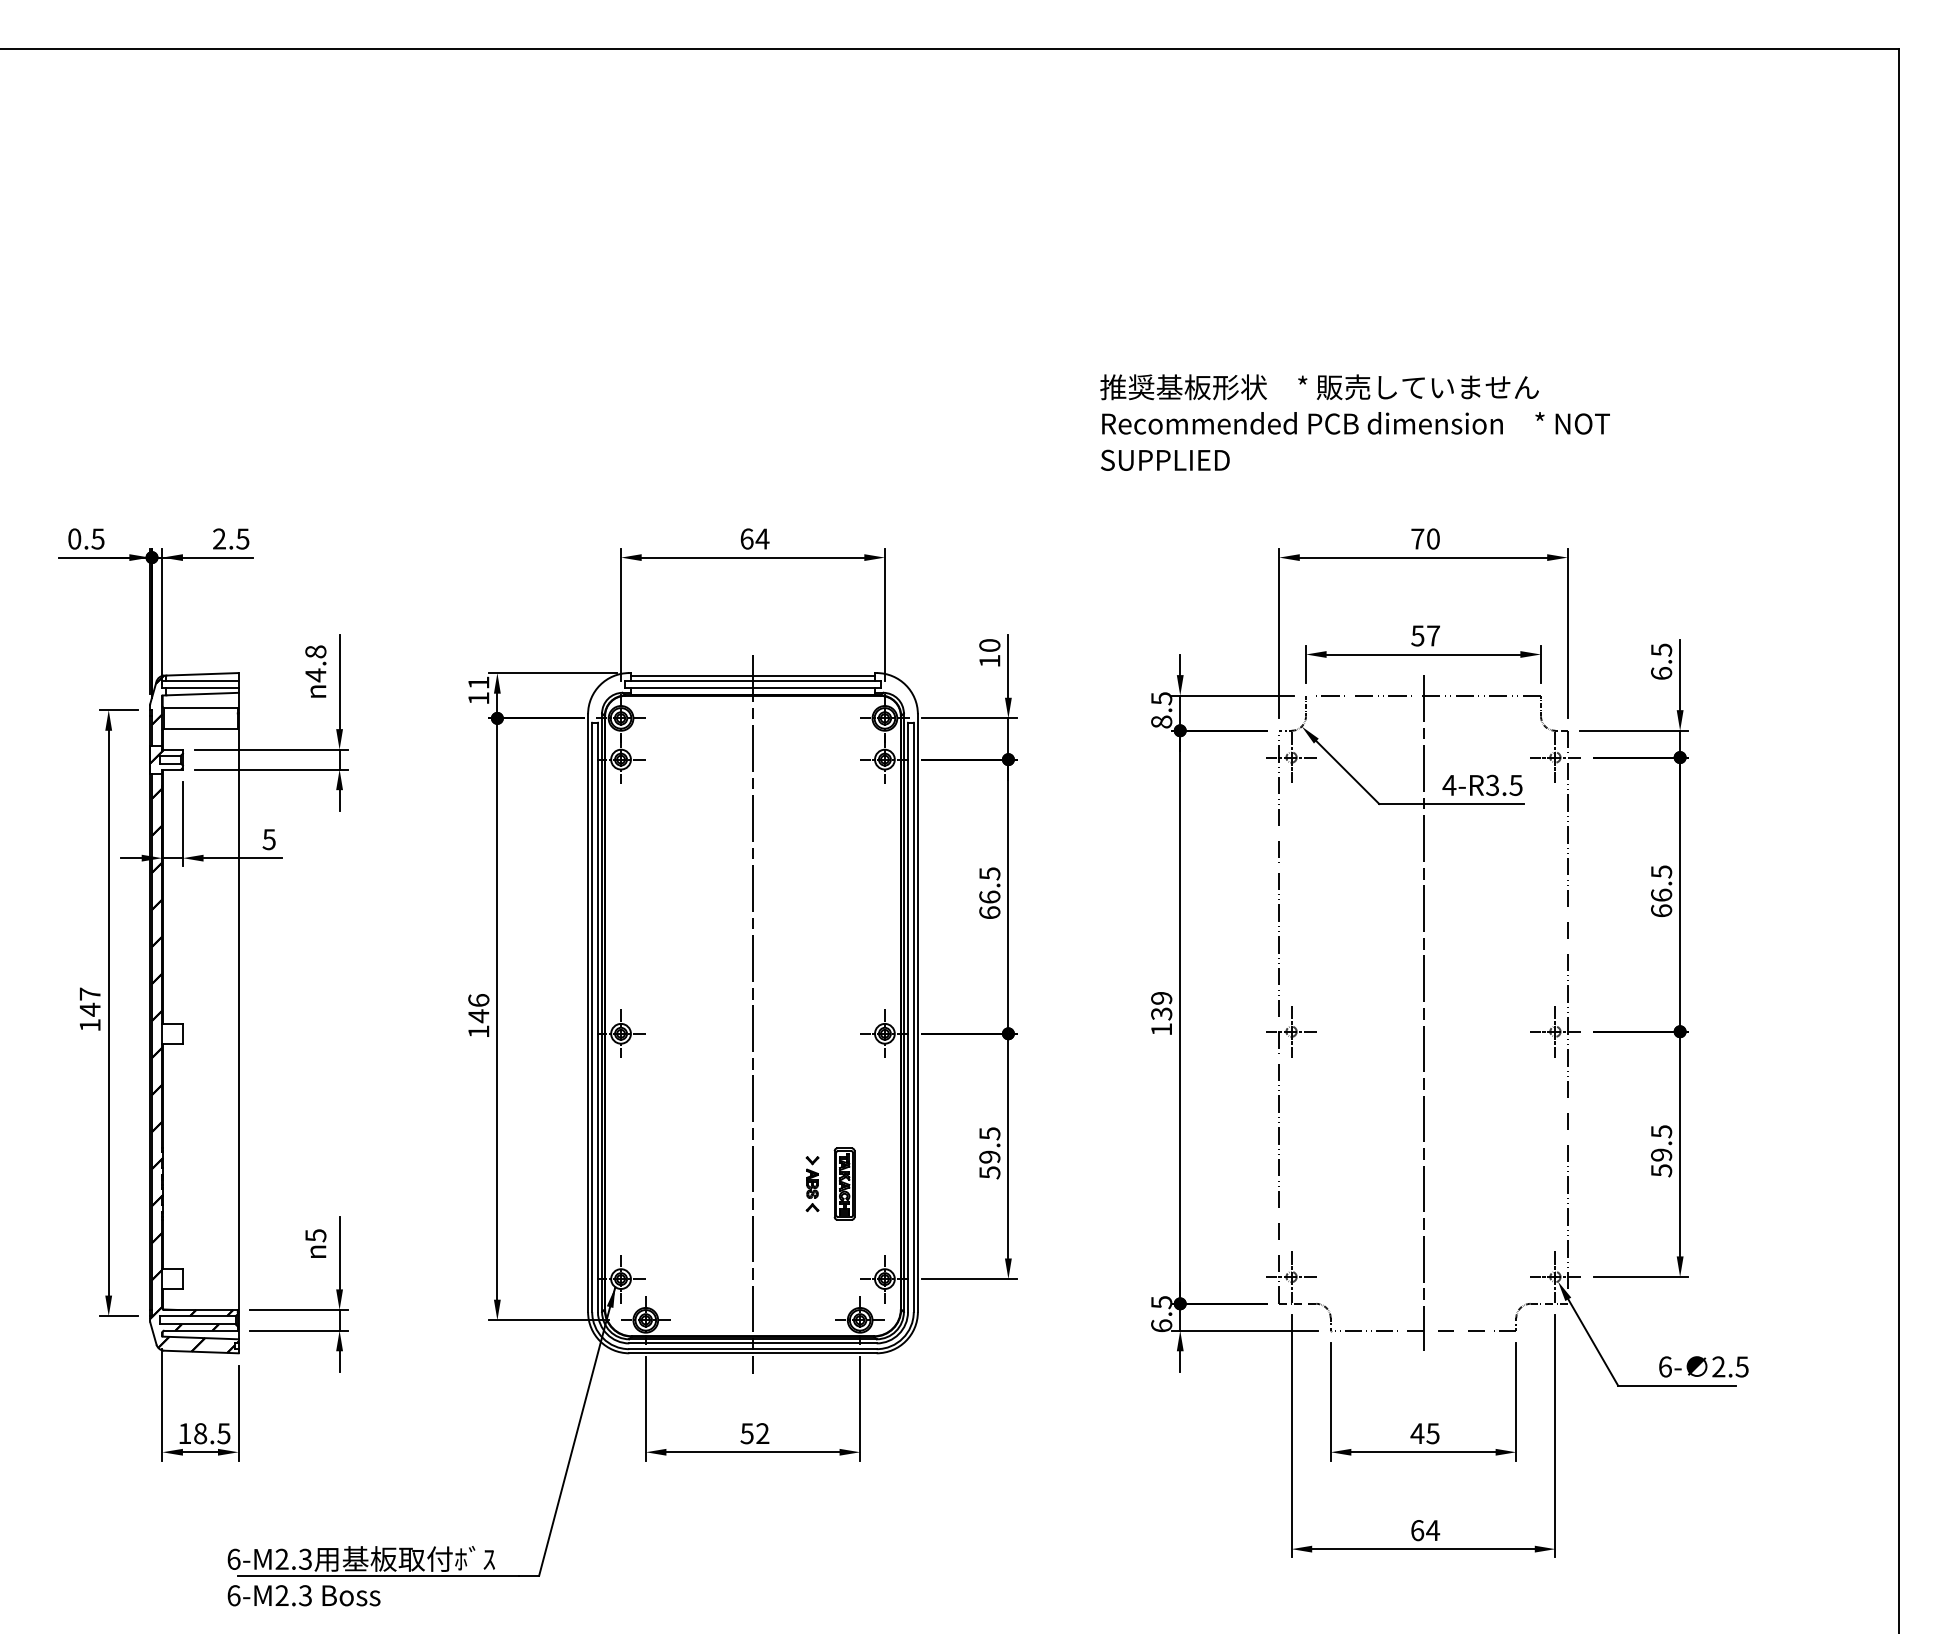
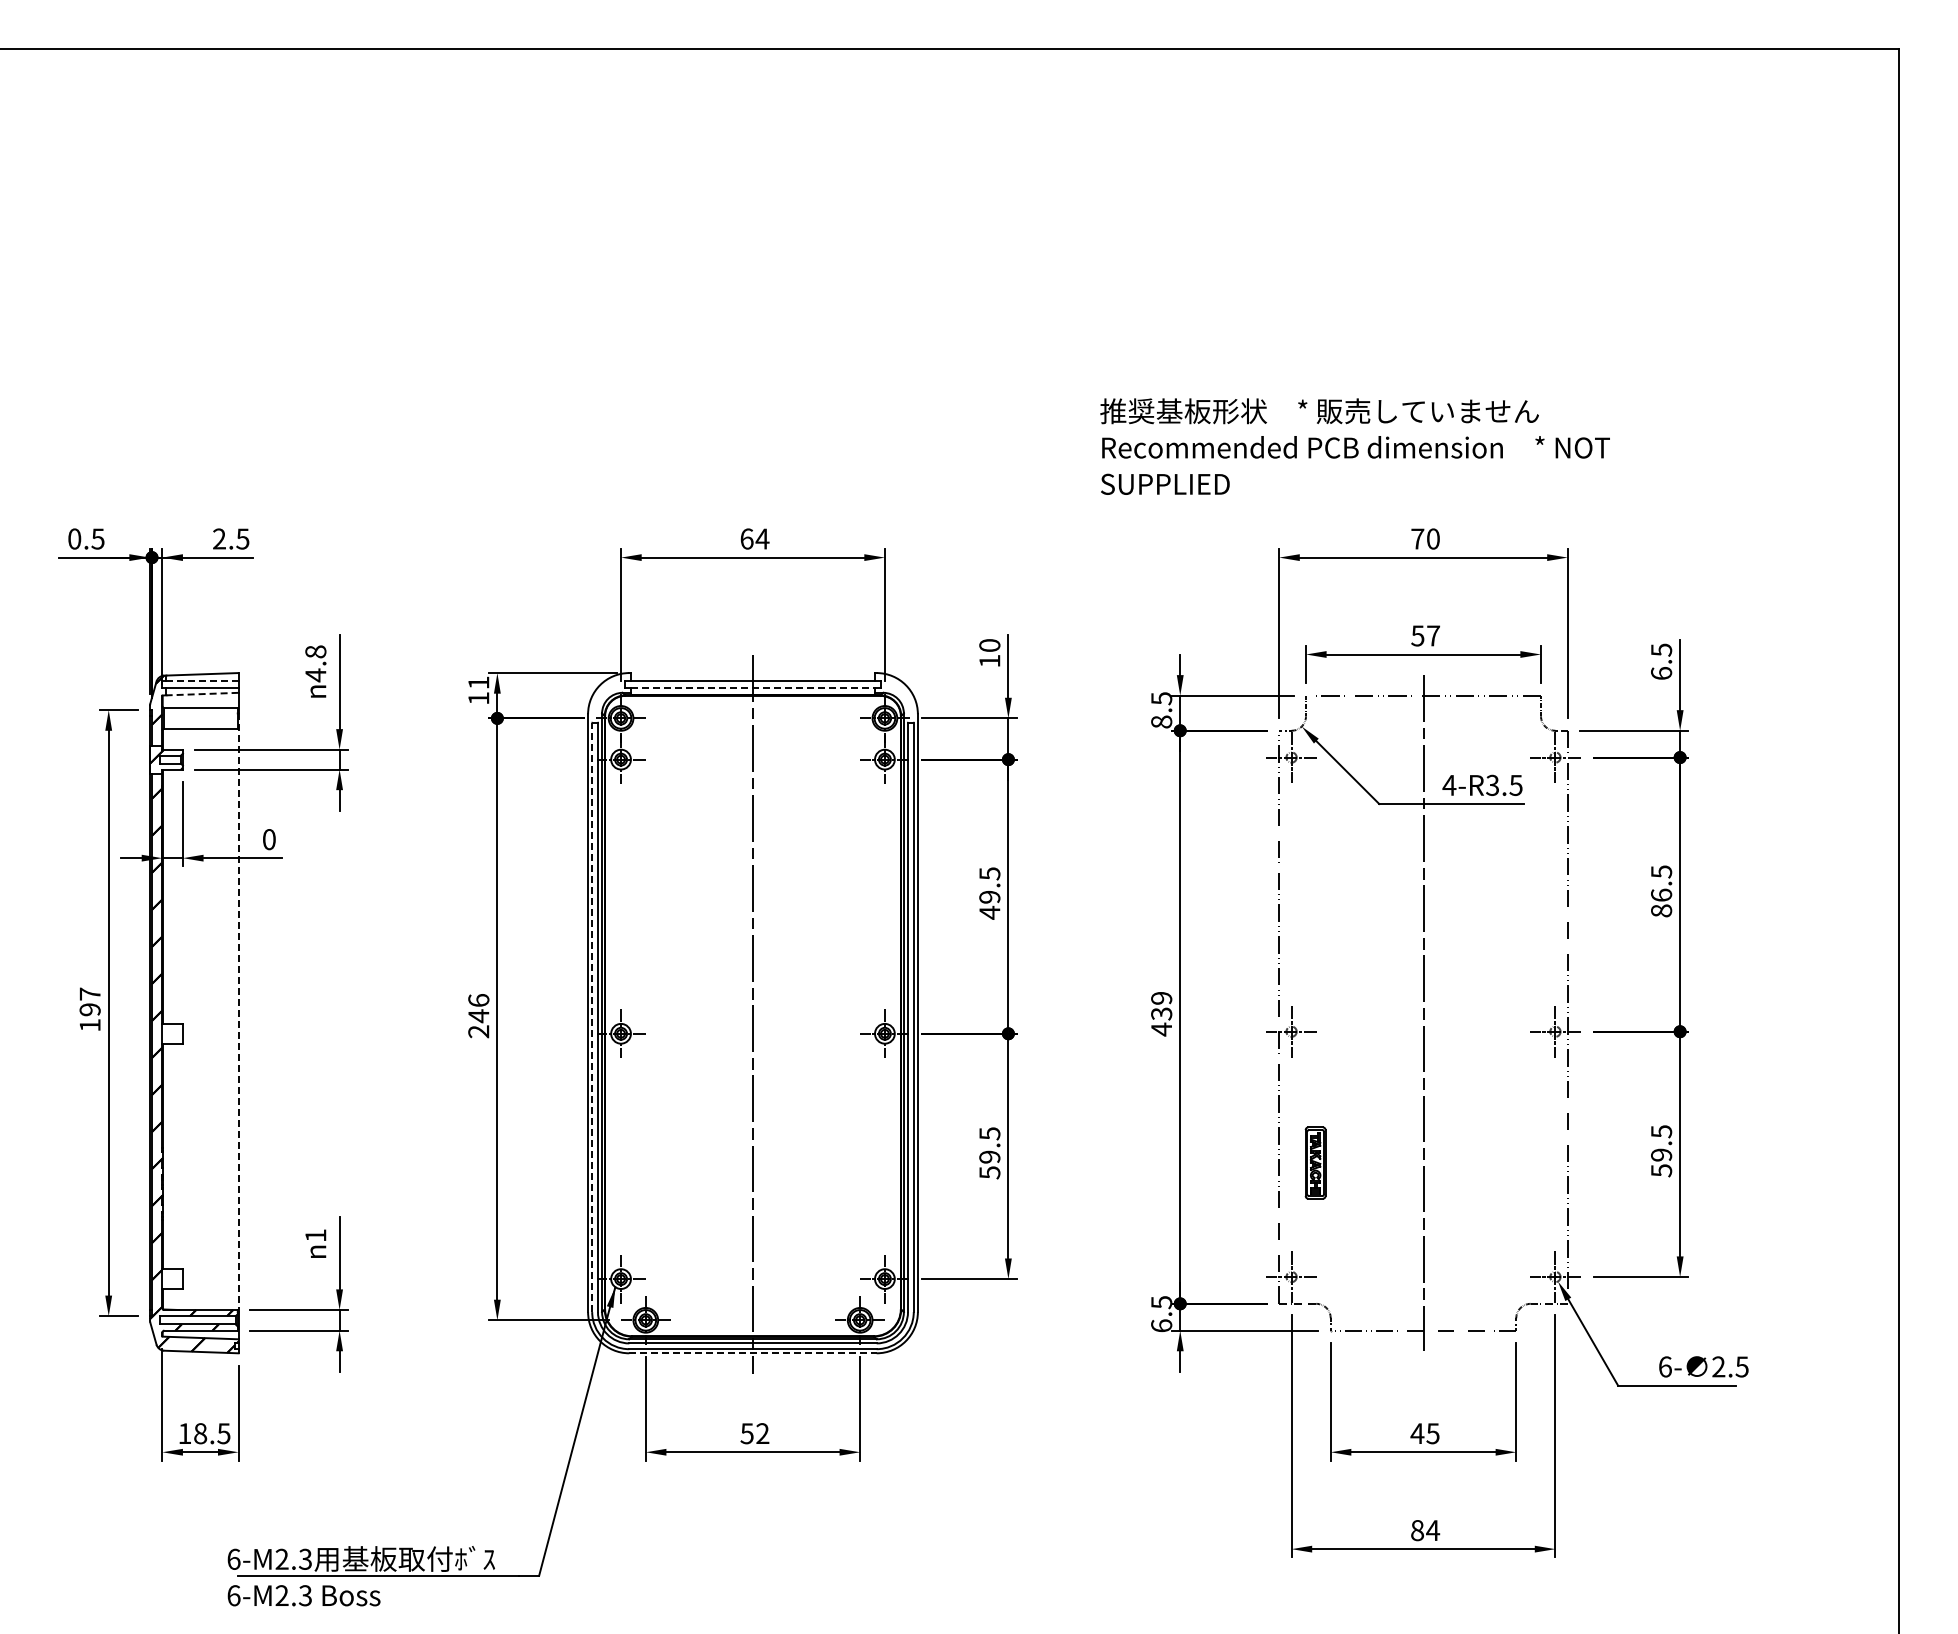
text at (1354, 422) position: (1354, 422) -> (1354, 446)
line at (752, 675): present -> none
line at (202, 681): solid -> dashed
line at (752, 687): solid -> dashed
line at (202, 694): solid -> dashed
text at (268, 839): 5 -> 0
text at (989, 904): 66.5 -> 49.5
text at (1661, 910): 66.5 -> 86.5
text at (89, 1009): 147 -> 197
line at (238, 1013): solid -> dashed
line at (592, 1017): solid -> dashed
text at (1161, 1029): 139 -> 439
text at (478, 1031): 146 -> 246
part at (844, 1183) position: (844, 1183) -> (1315, 1162)
part at (812, 1184): present -> none
text at (315, 1235): 5 -> 1
line at (752, 1353): solid -> dashed
text at (1417, 1530): 64 -> 84
